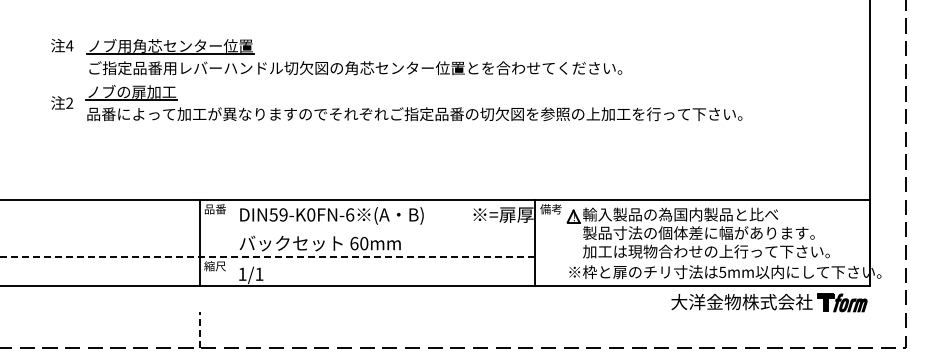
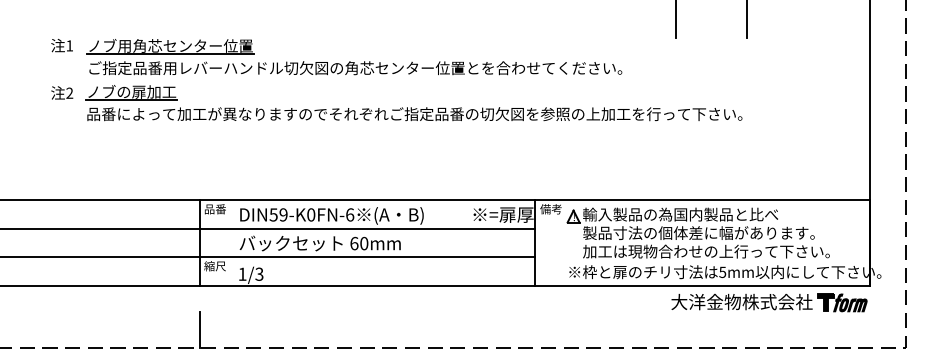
line at (675, 19): none -> present
line at (747, 19): none -> present
text at (69, 45): 4 -> 1
text at (62, 102) position: (62, 102) -> (62, 92)
line at (268, 228): none -> present
line at (267, 257): dashed -> solid
text at (259, 273): 1/1 -> 1/3
line at (199, 329): dashed -> solid
